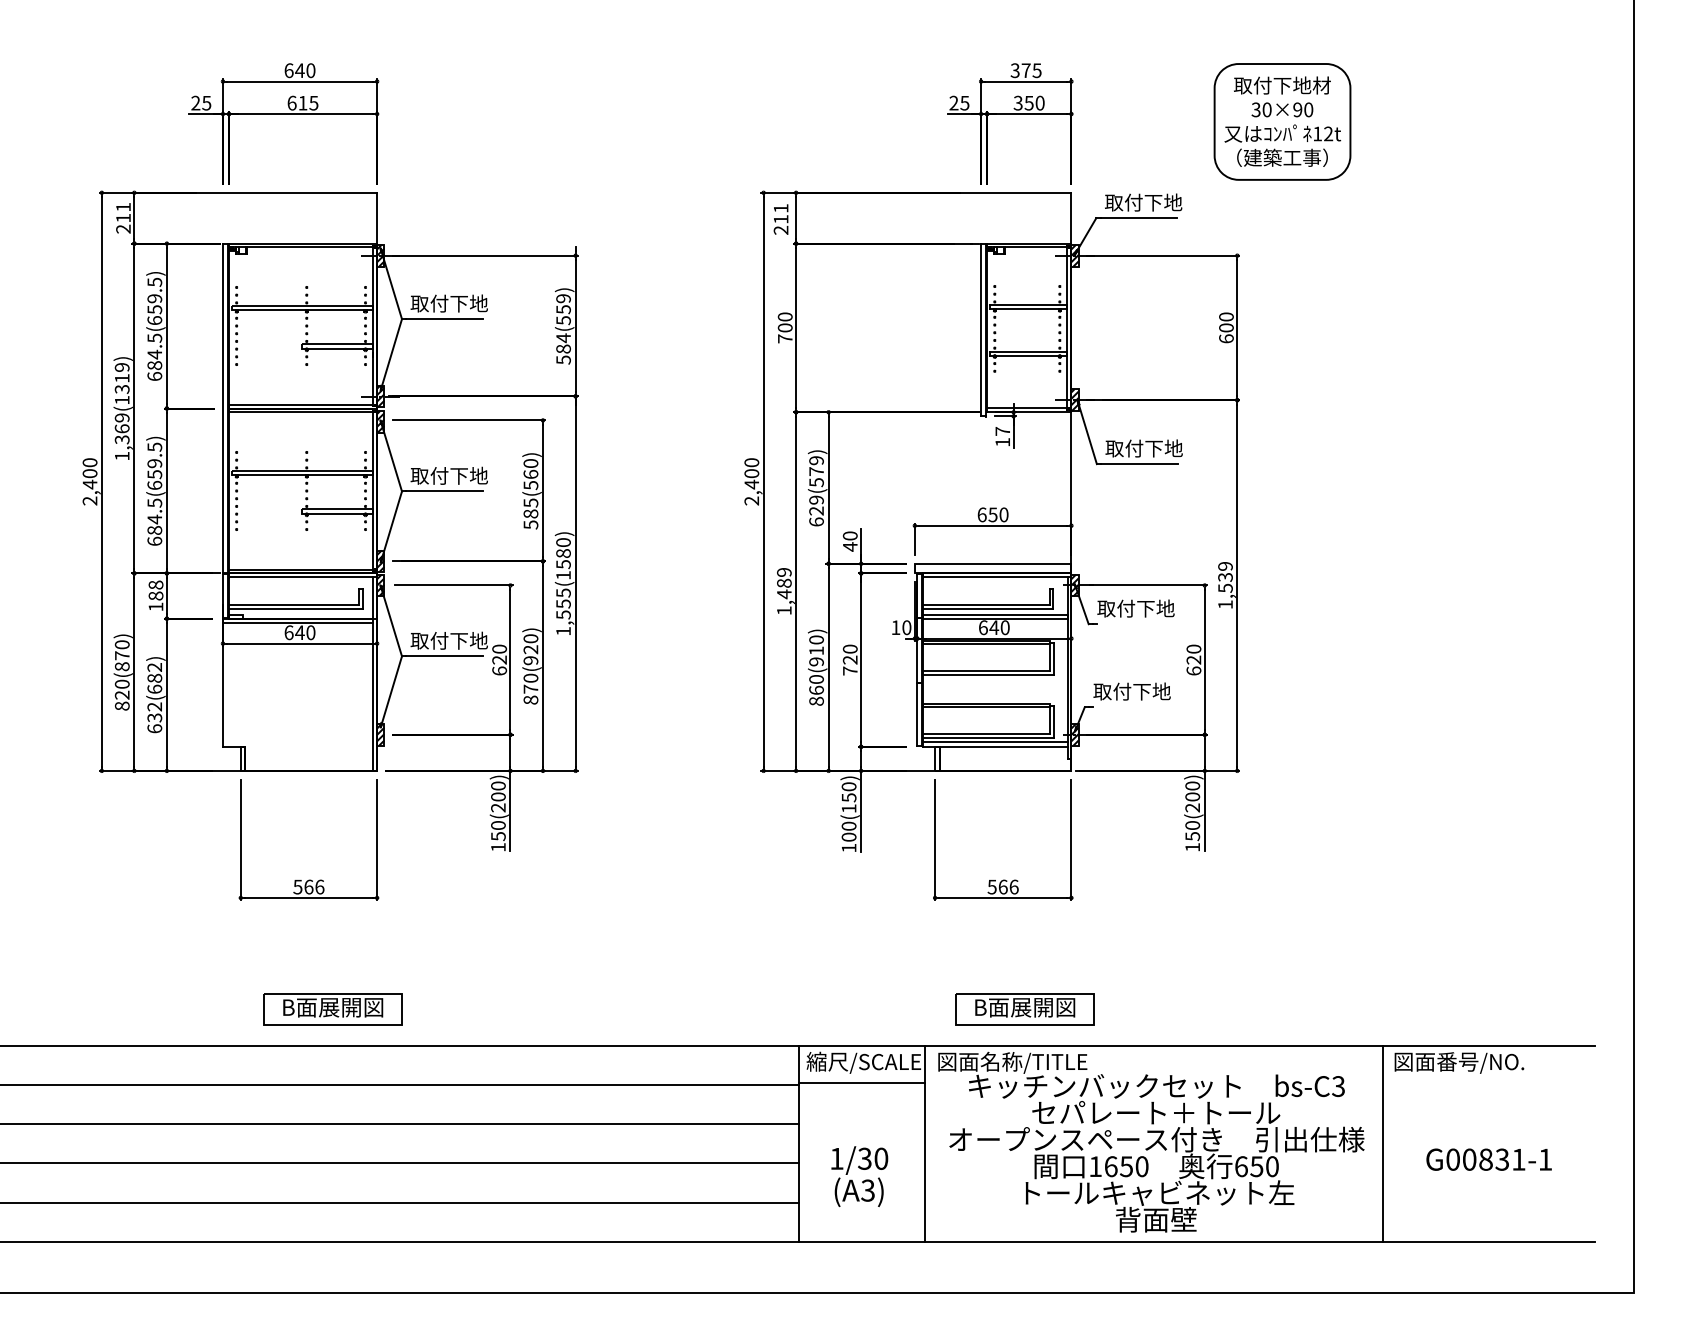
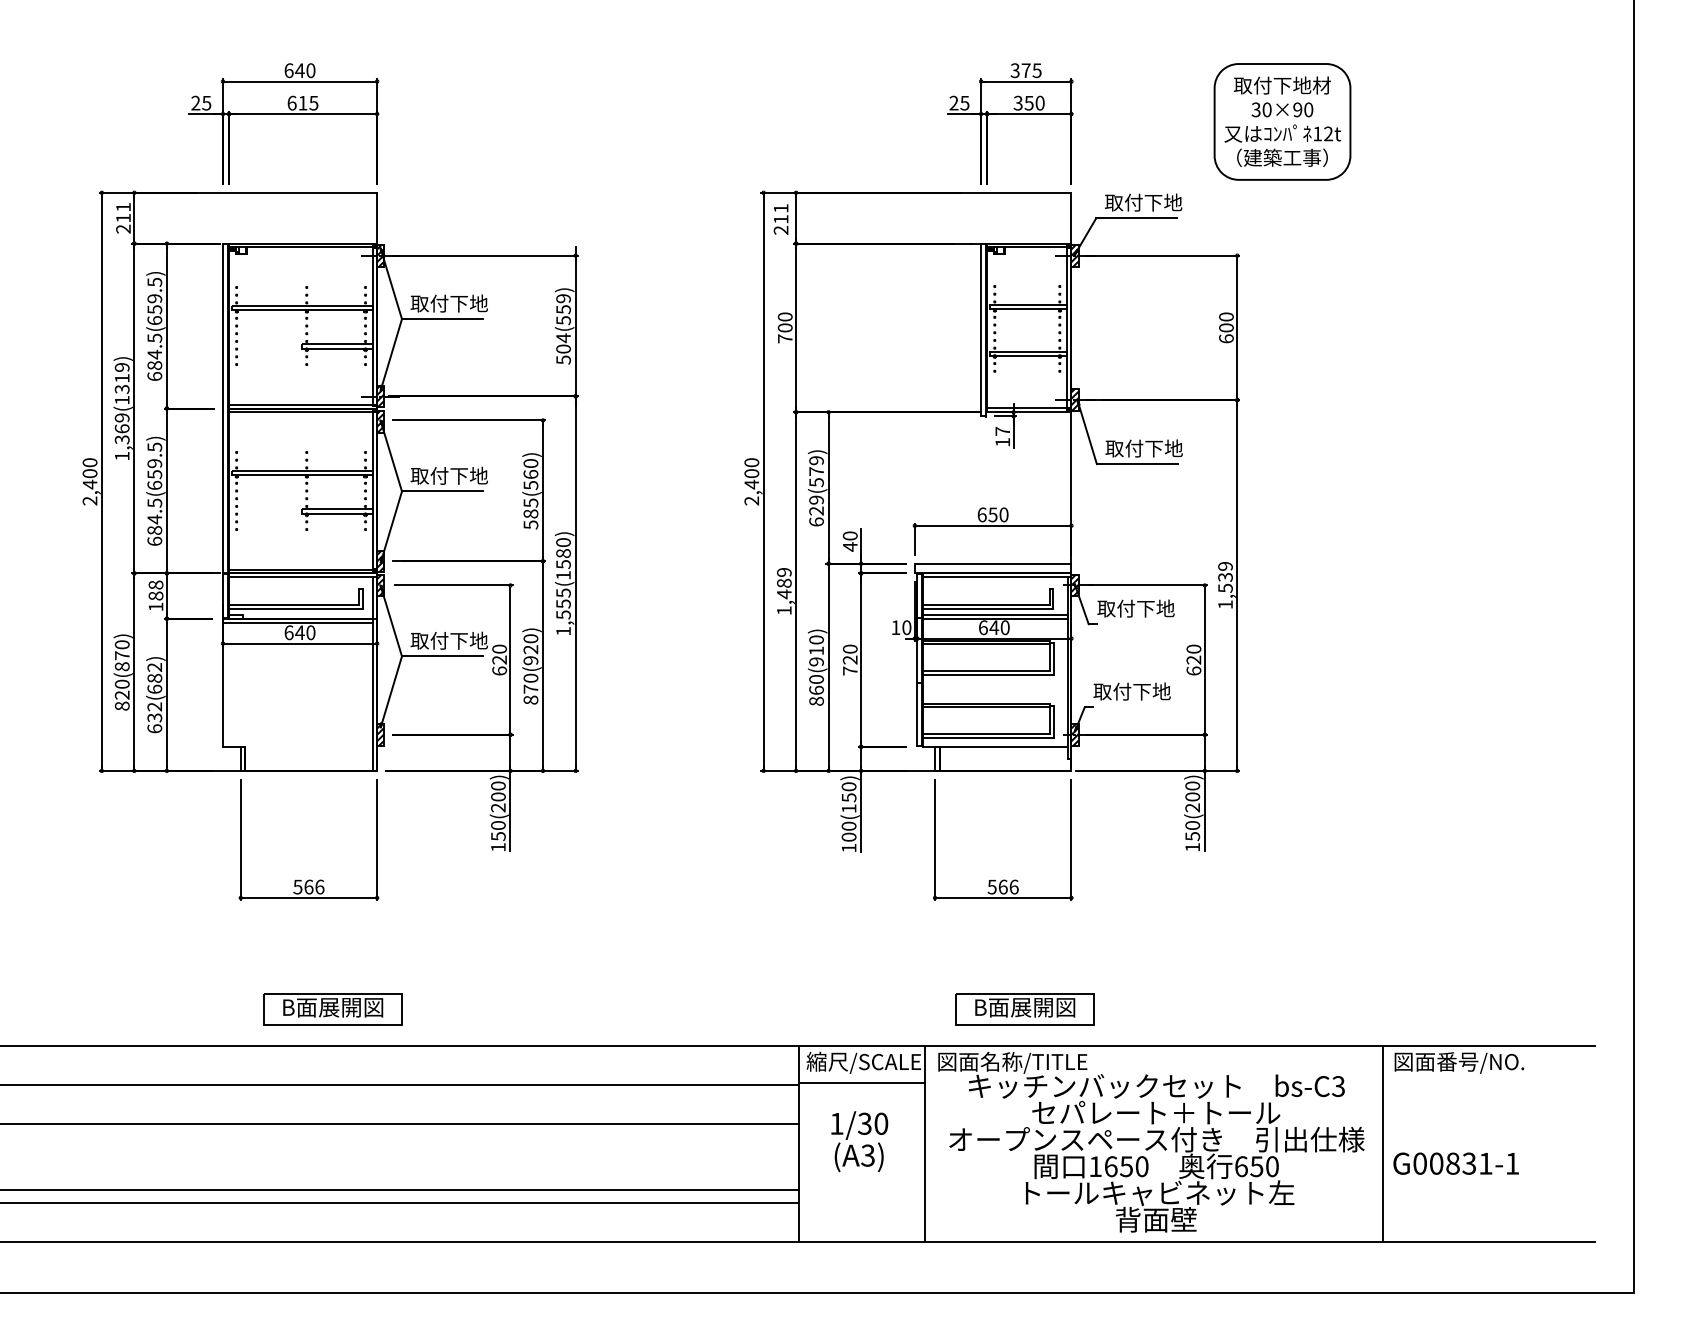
text at (563, 348): 584(559) -> 504(559)
line at (995, 742): present -> none
text at (1488, 1159) position: (1488, 1159) -> (1455, 1163)
line at (400, 1163) position: (400, 1163) -> (400, 1190)
text at (859, 1176) position: (859, 1176) -> (859, 1141)
